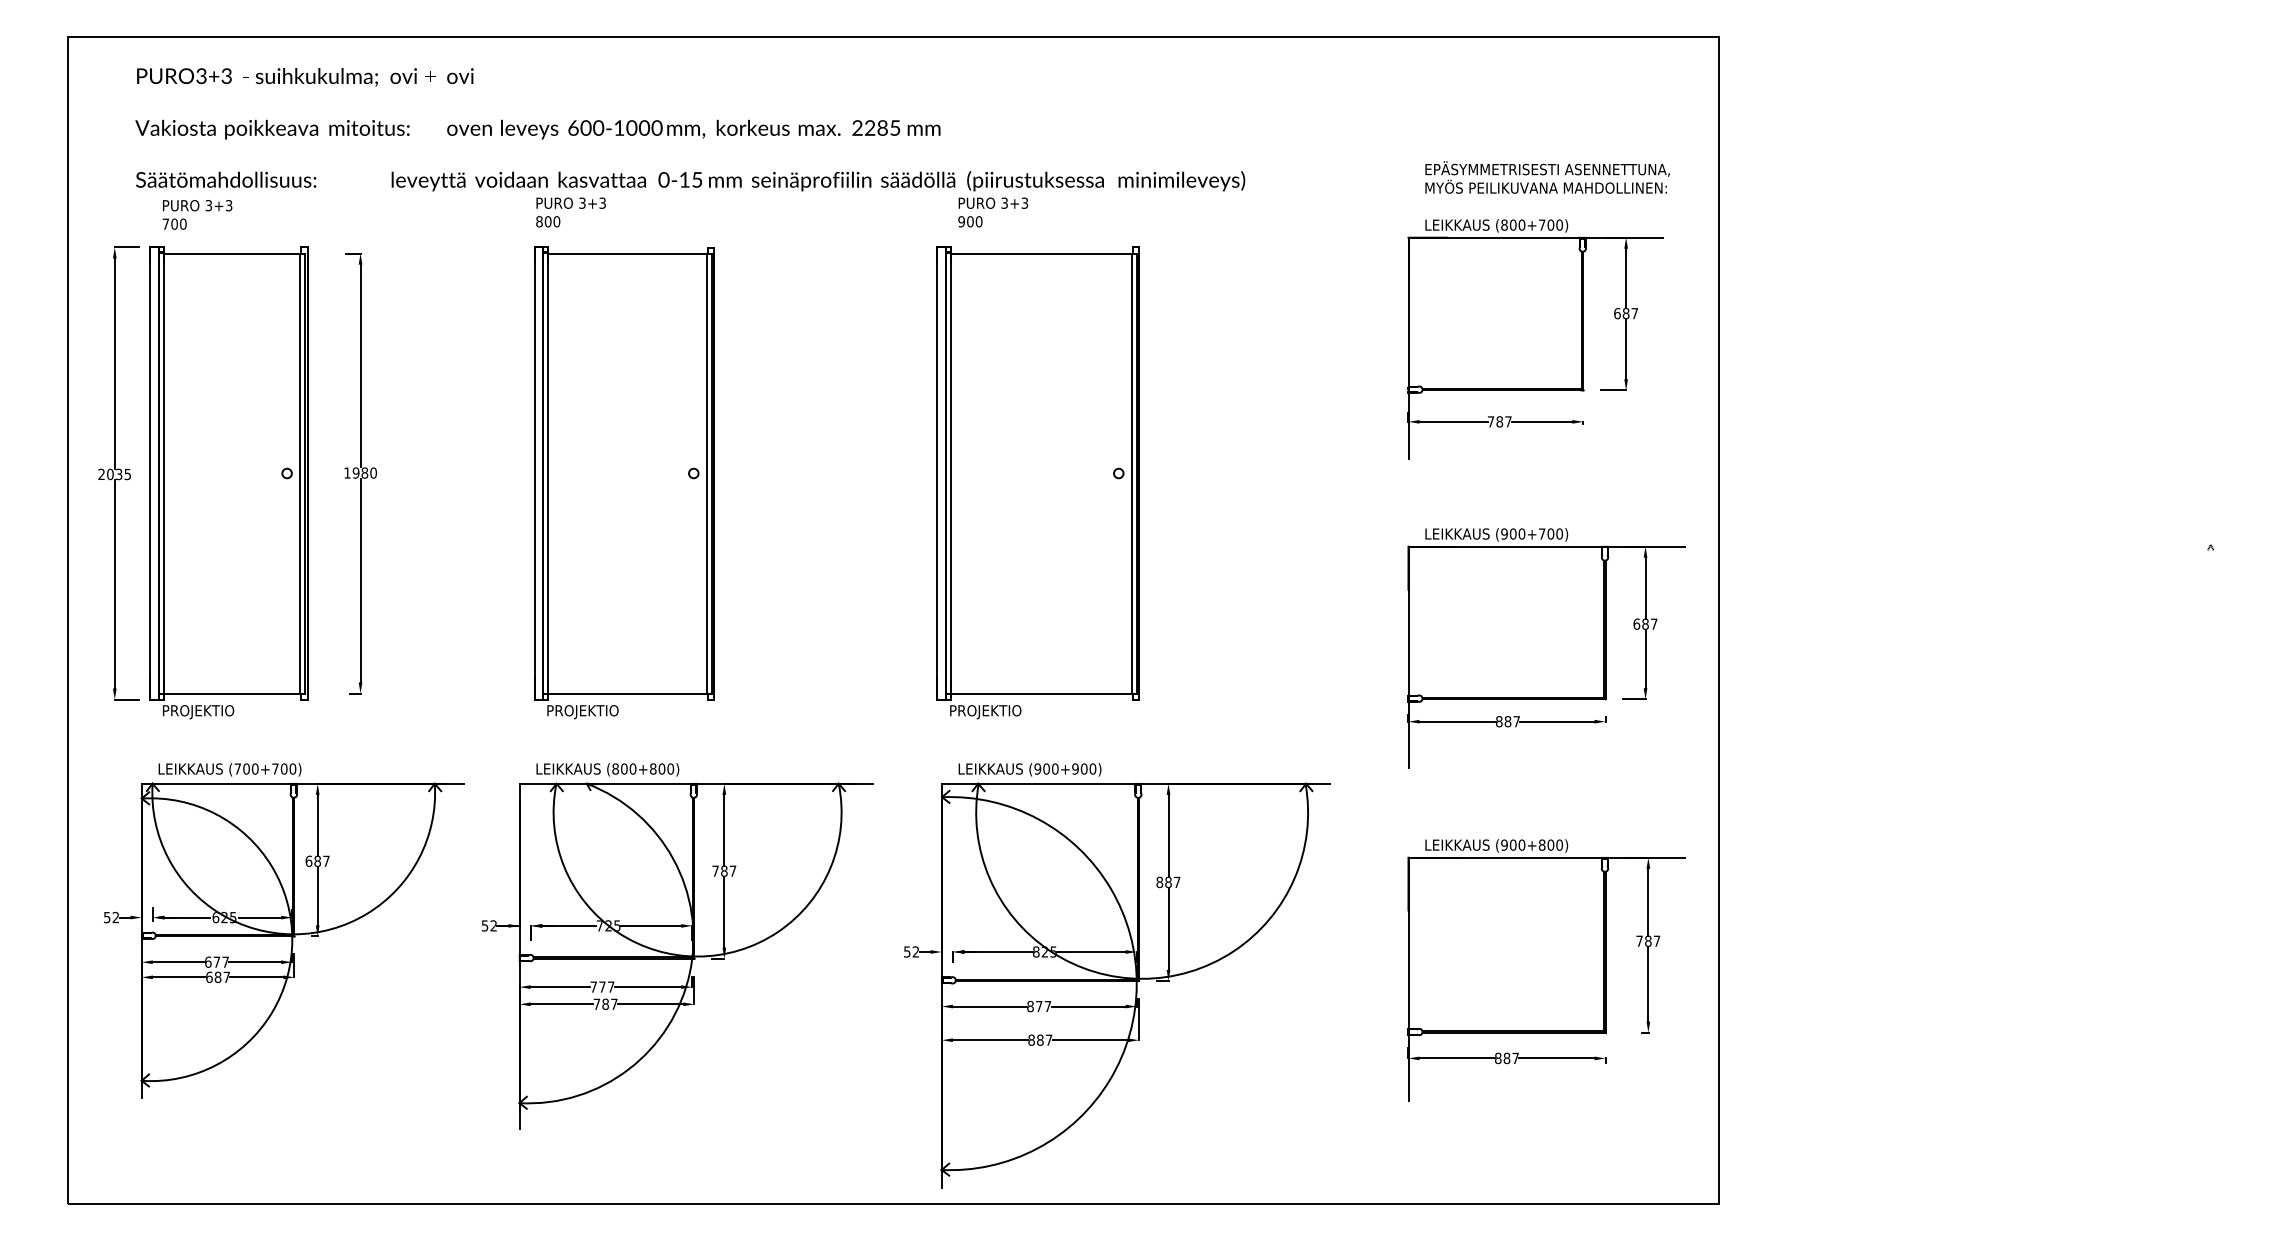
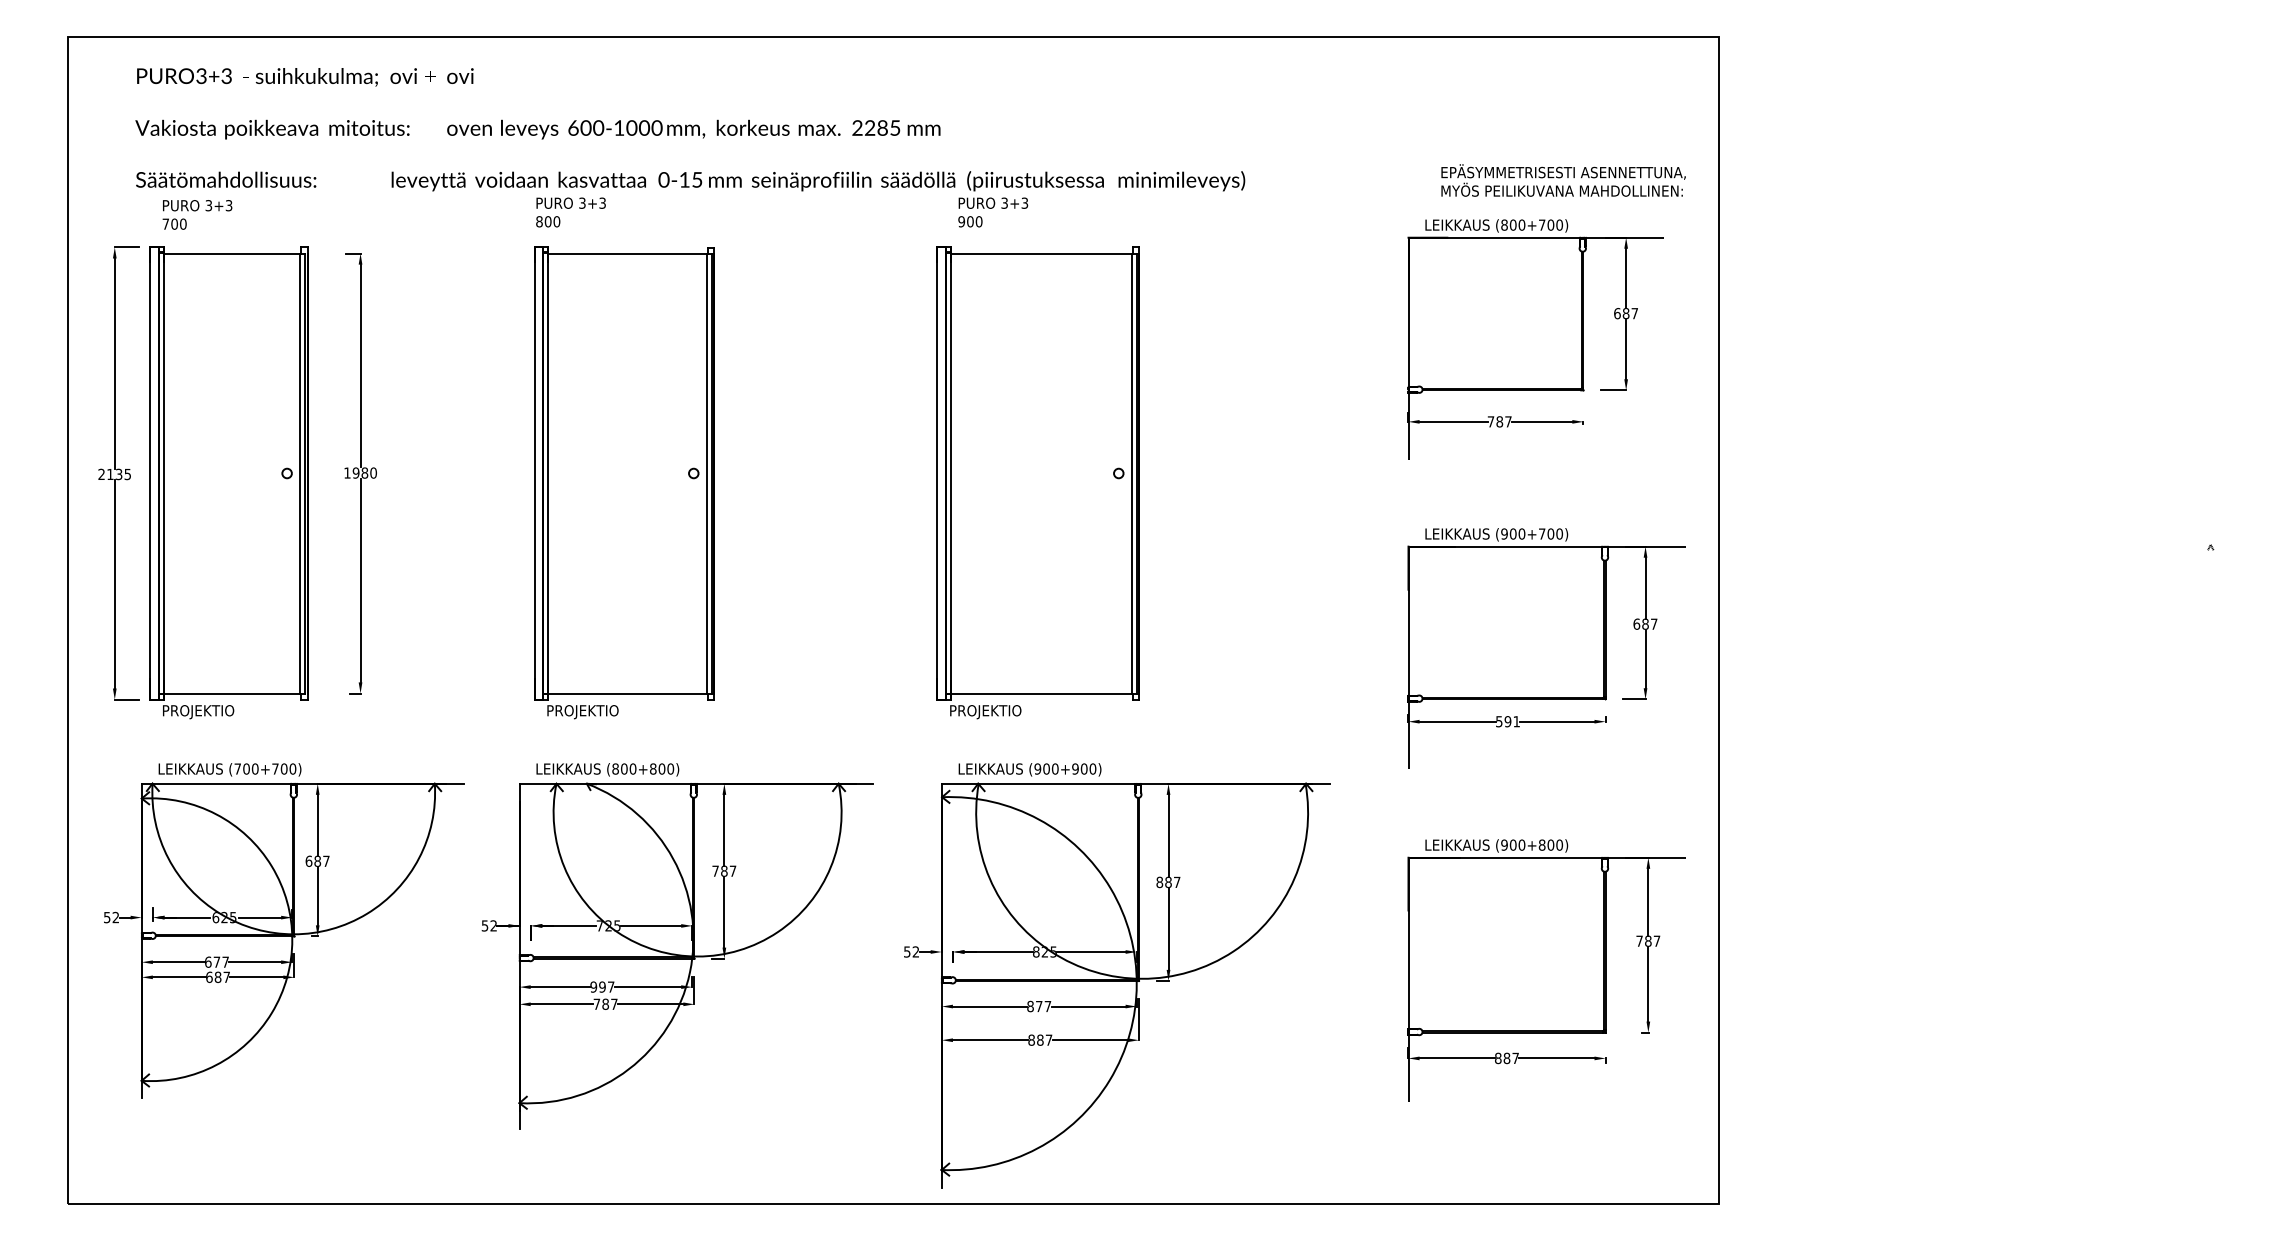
text at (1547, 177) position: (1547, 177) -> (1563, 180)
text at (110, 474): 2035 -> 2135
text at (1507, 721): 887 -> 591
text at (597, 986): 777 -> 997
